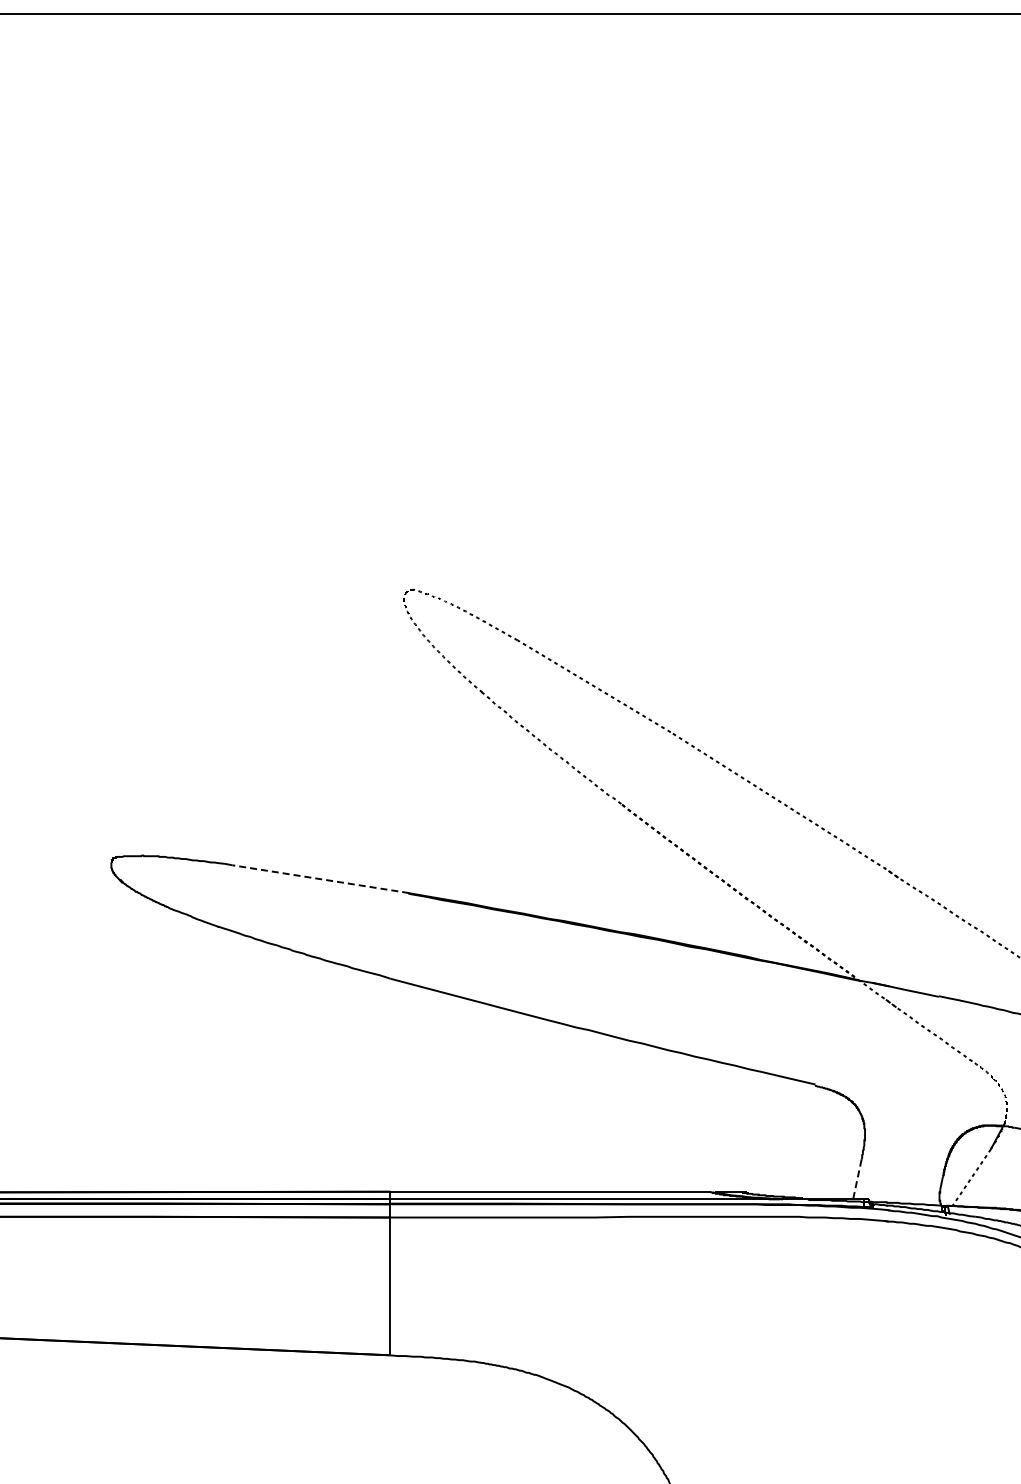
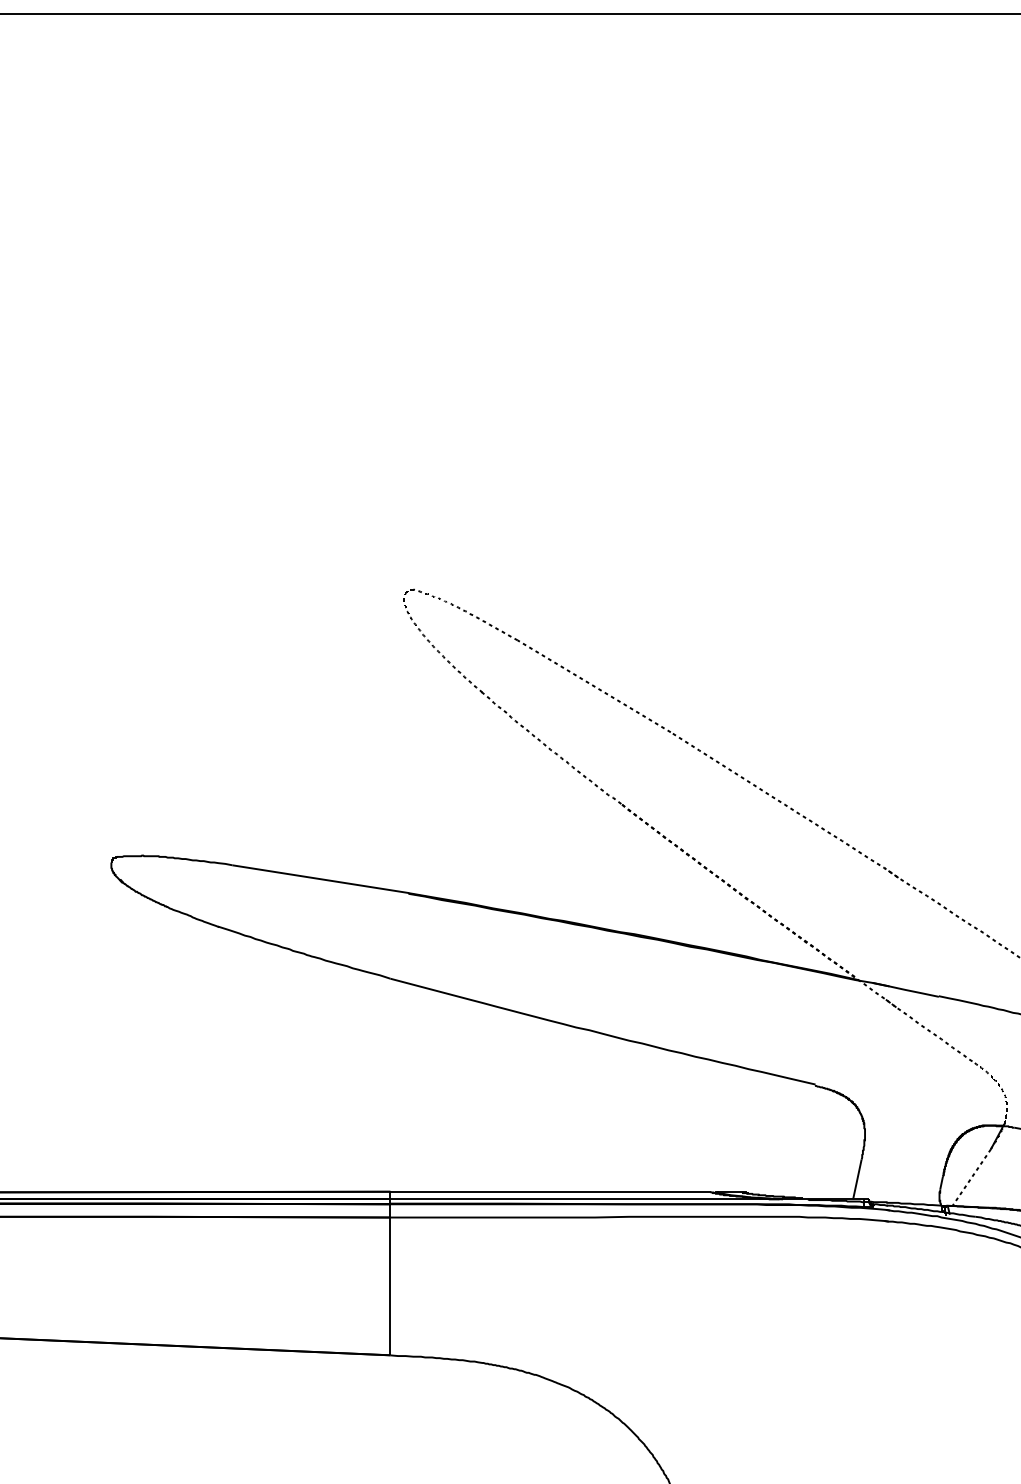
line at (320, 879): dashed -> solid
line at (857, 1180): dashed -> solid
